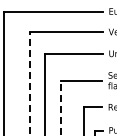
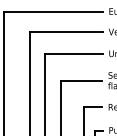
line at (29, 84): dashed -> solid
line at (61, 107): dashed -> solid
